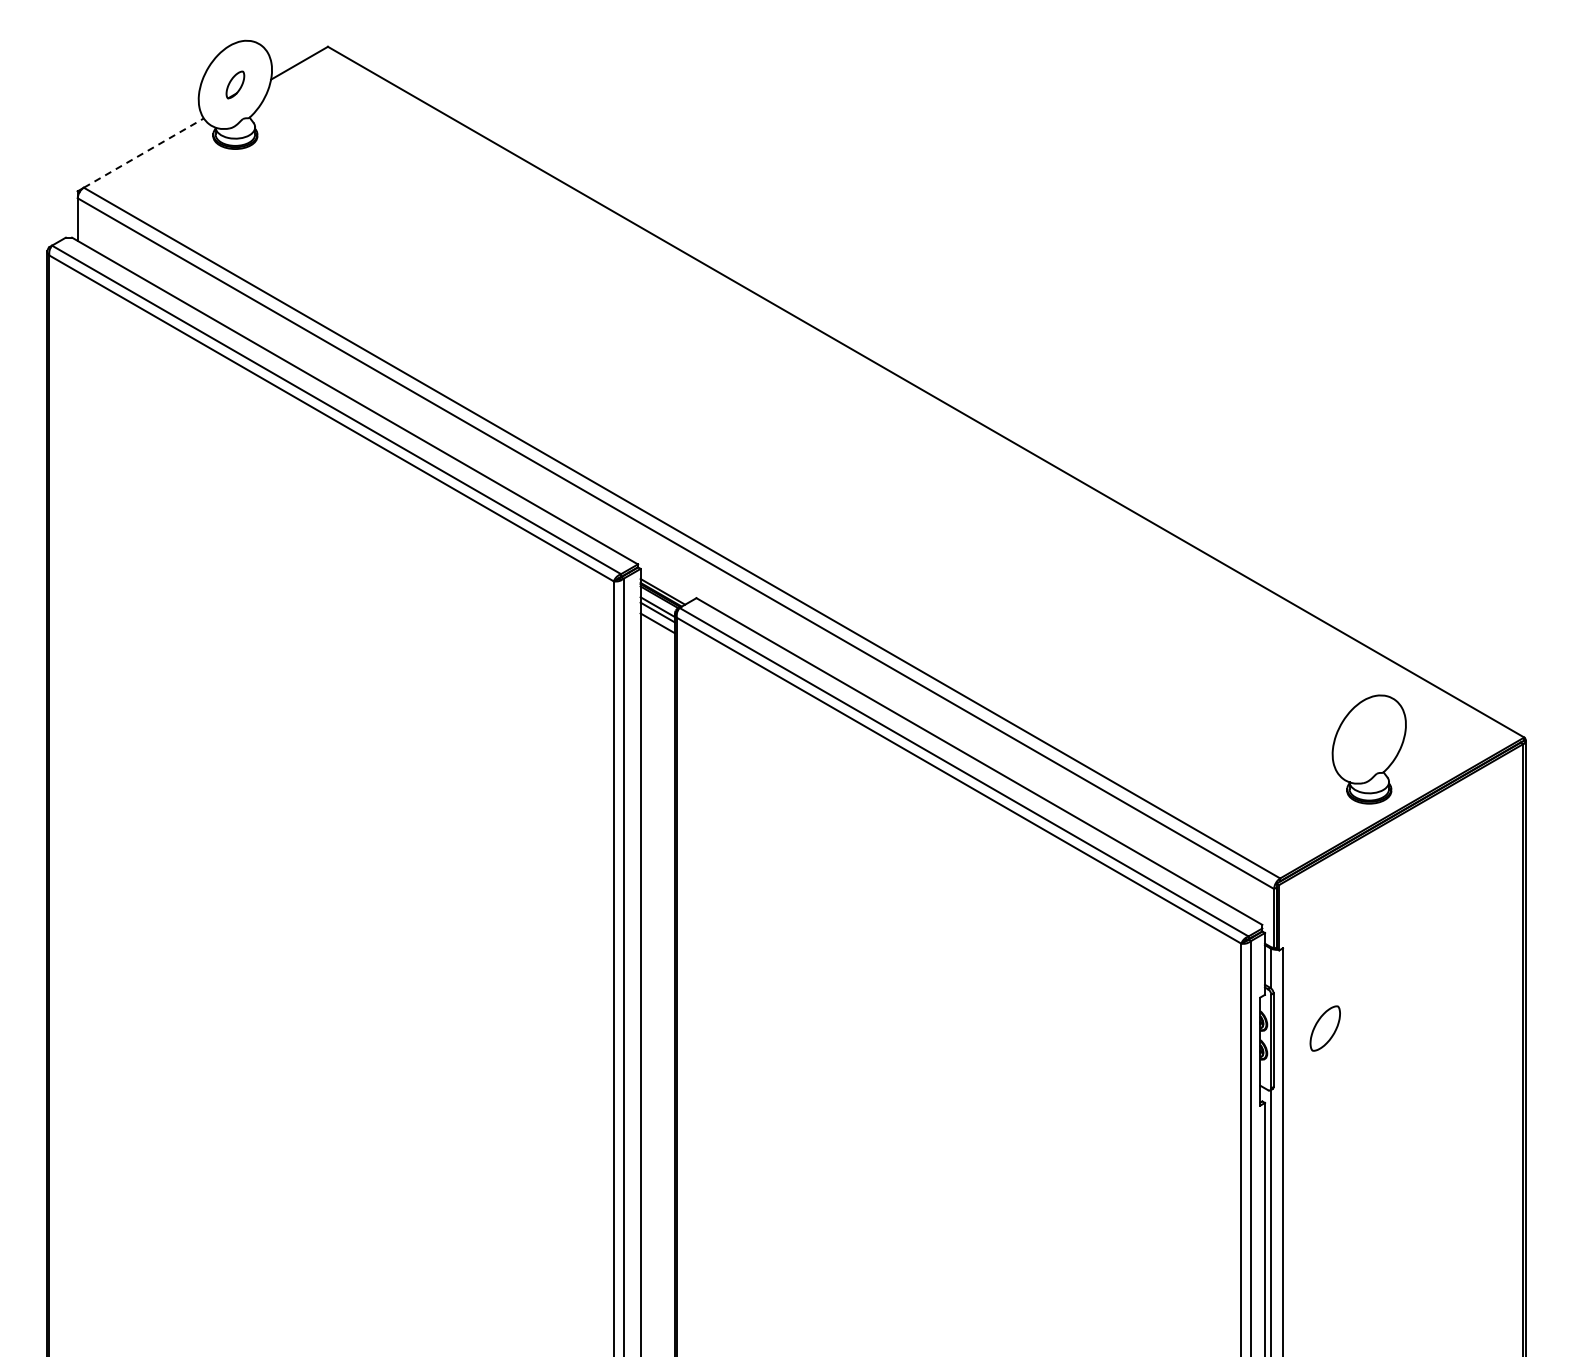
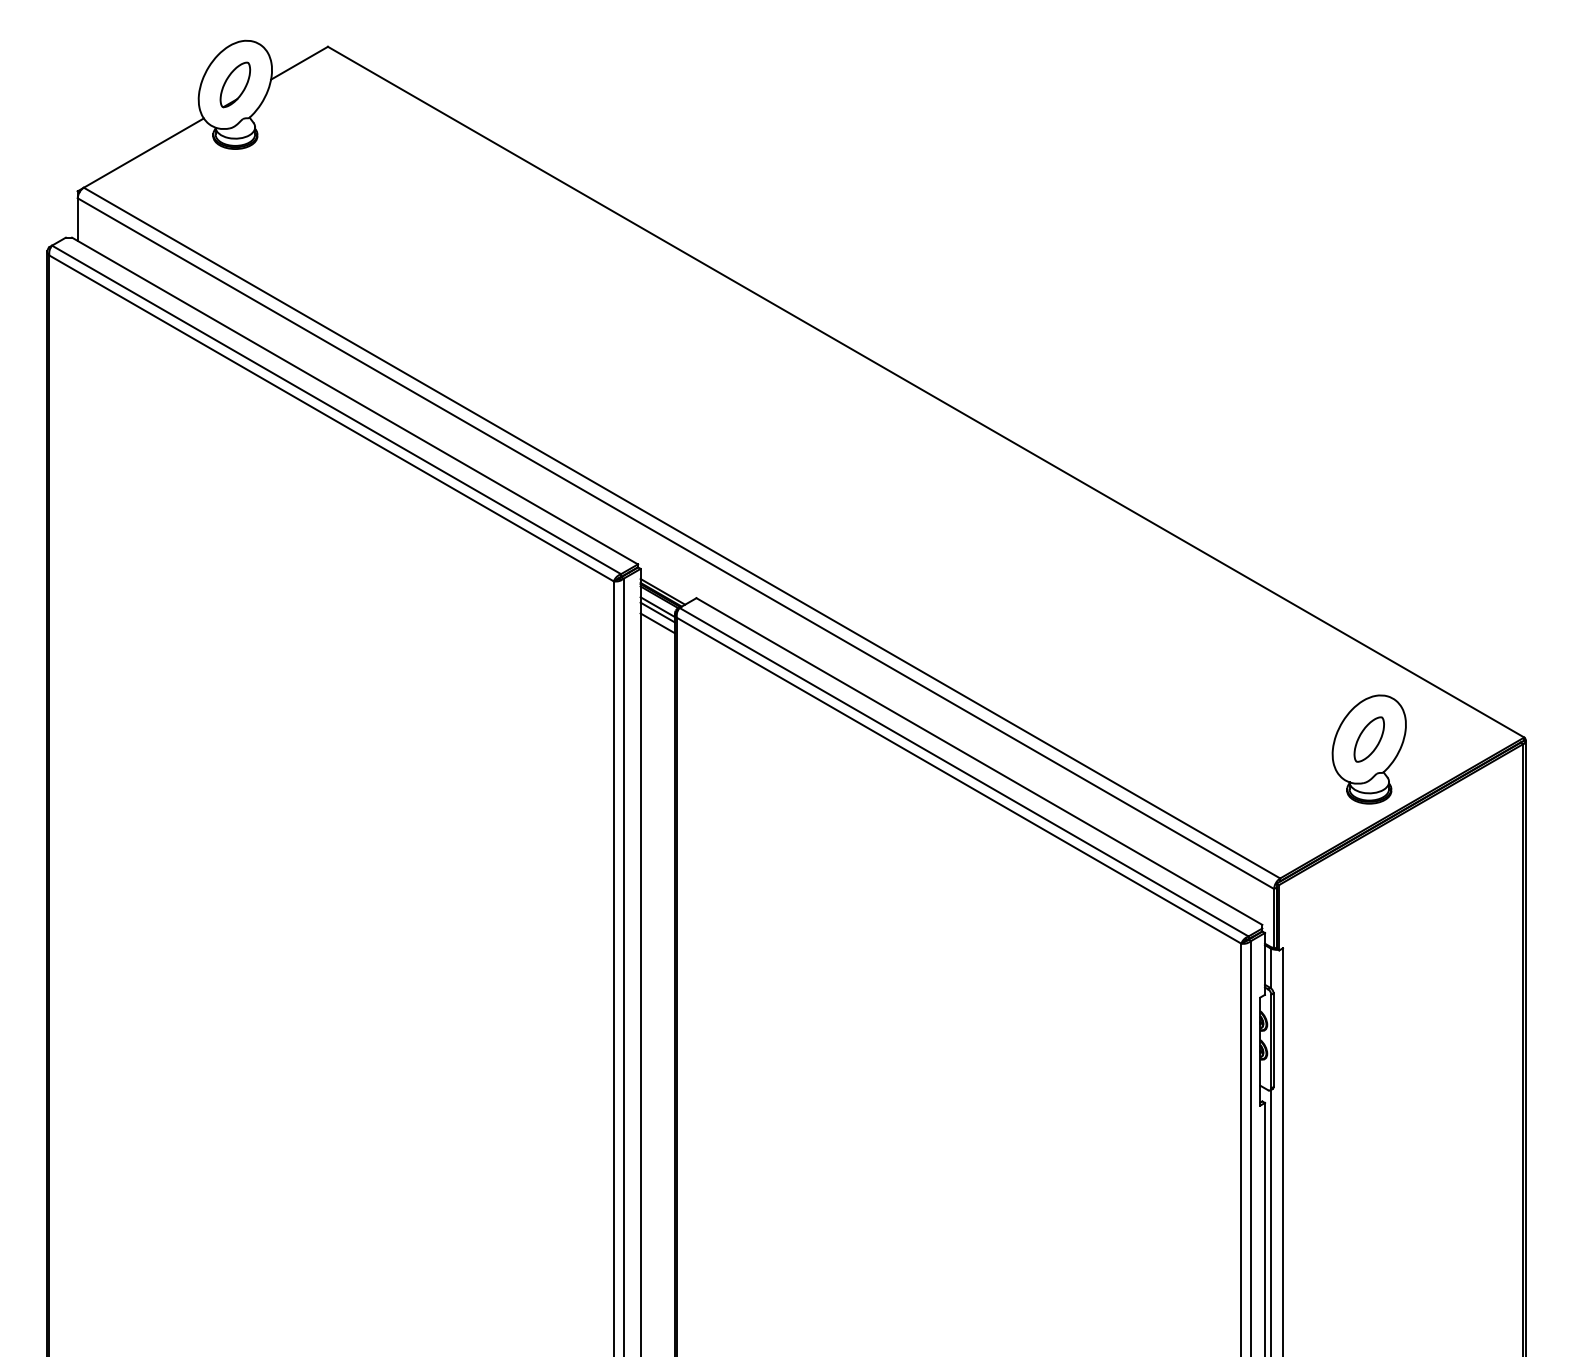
part at (235, 84) size: 21x30 px -> 33x48 px
line at (144, 152): dashed -> solid
part at (1324, 1028) position: (1324, 1028) -> (1368, 739)
